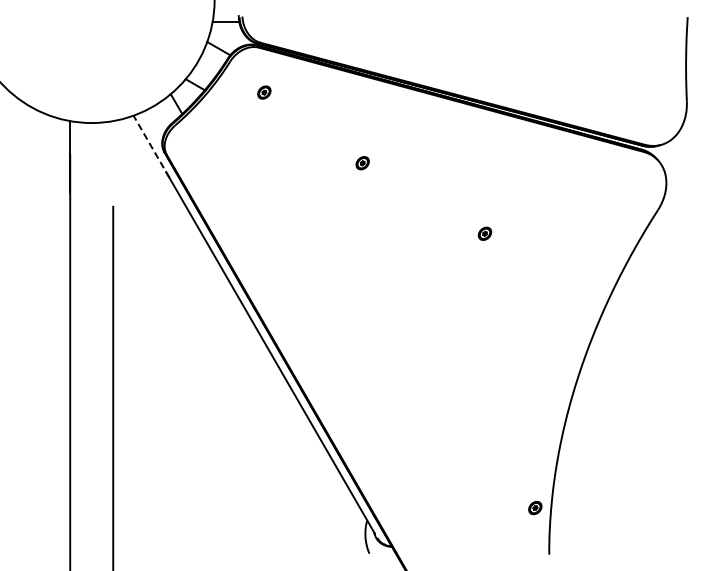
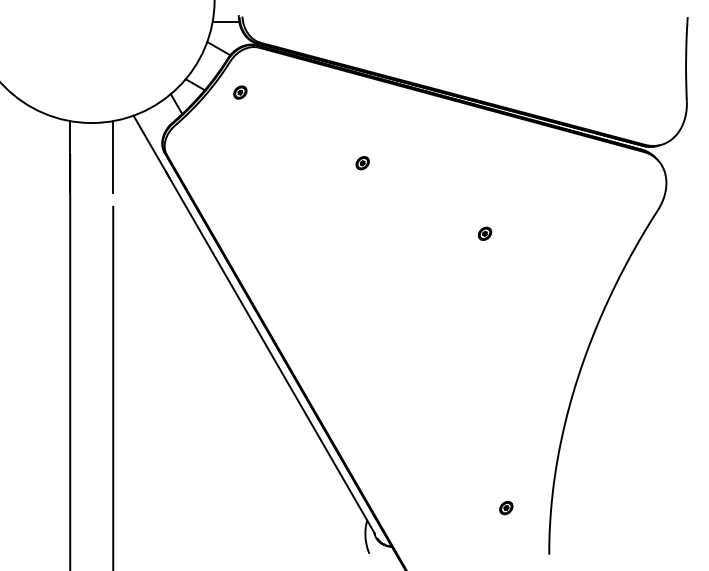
part at (264, 92) position: (264, 92) -> (240, 92)
line at (151, 146): dashed -> solid
line at (113, 156): none -> present
part at (535, 508) position: (535, 508) -> (506, 508)
